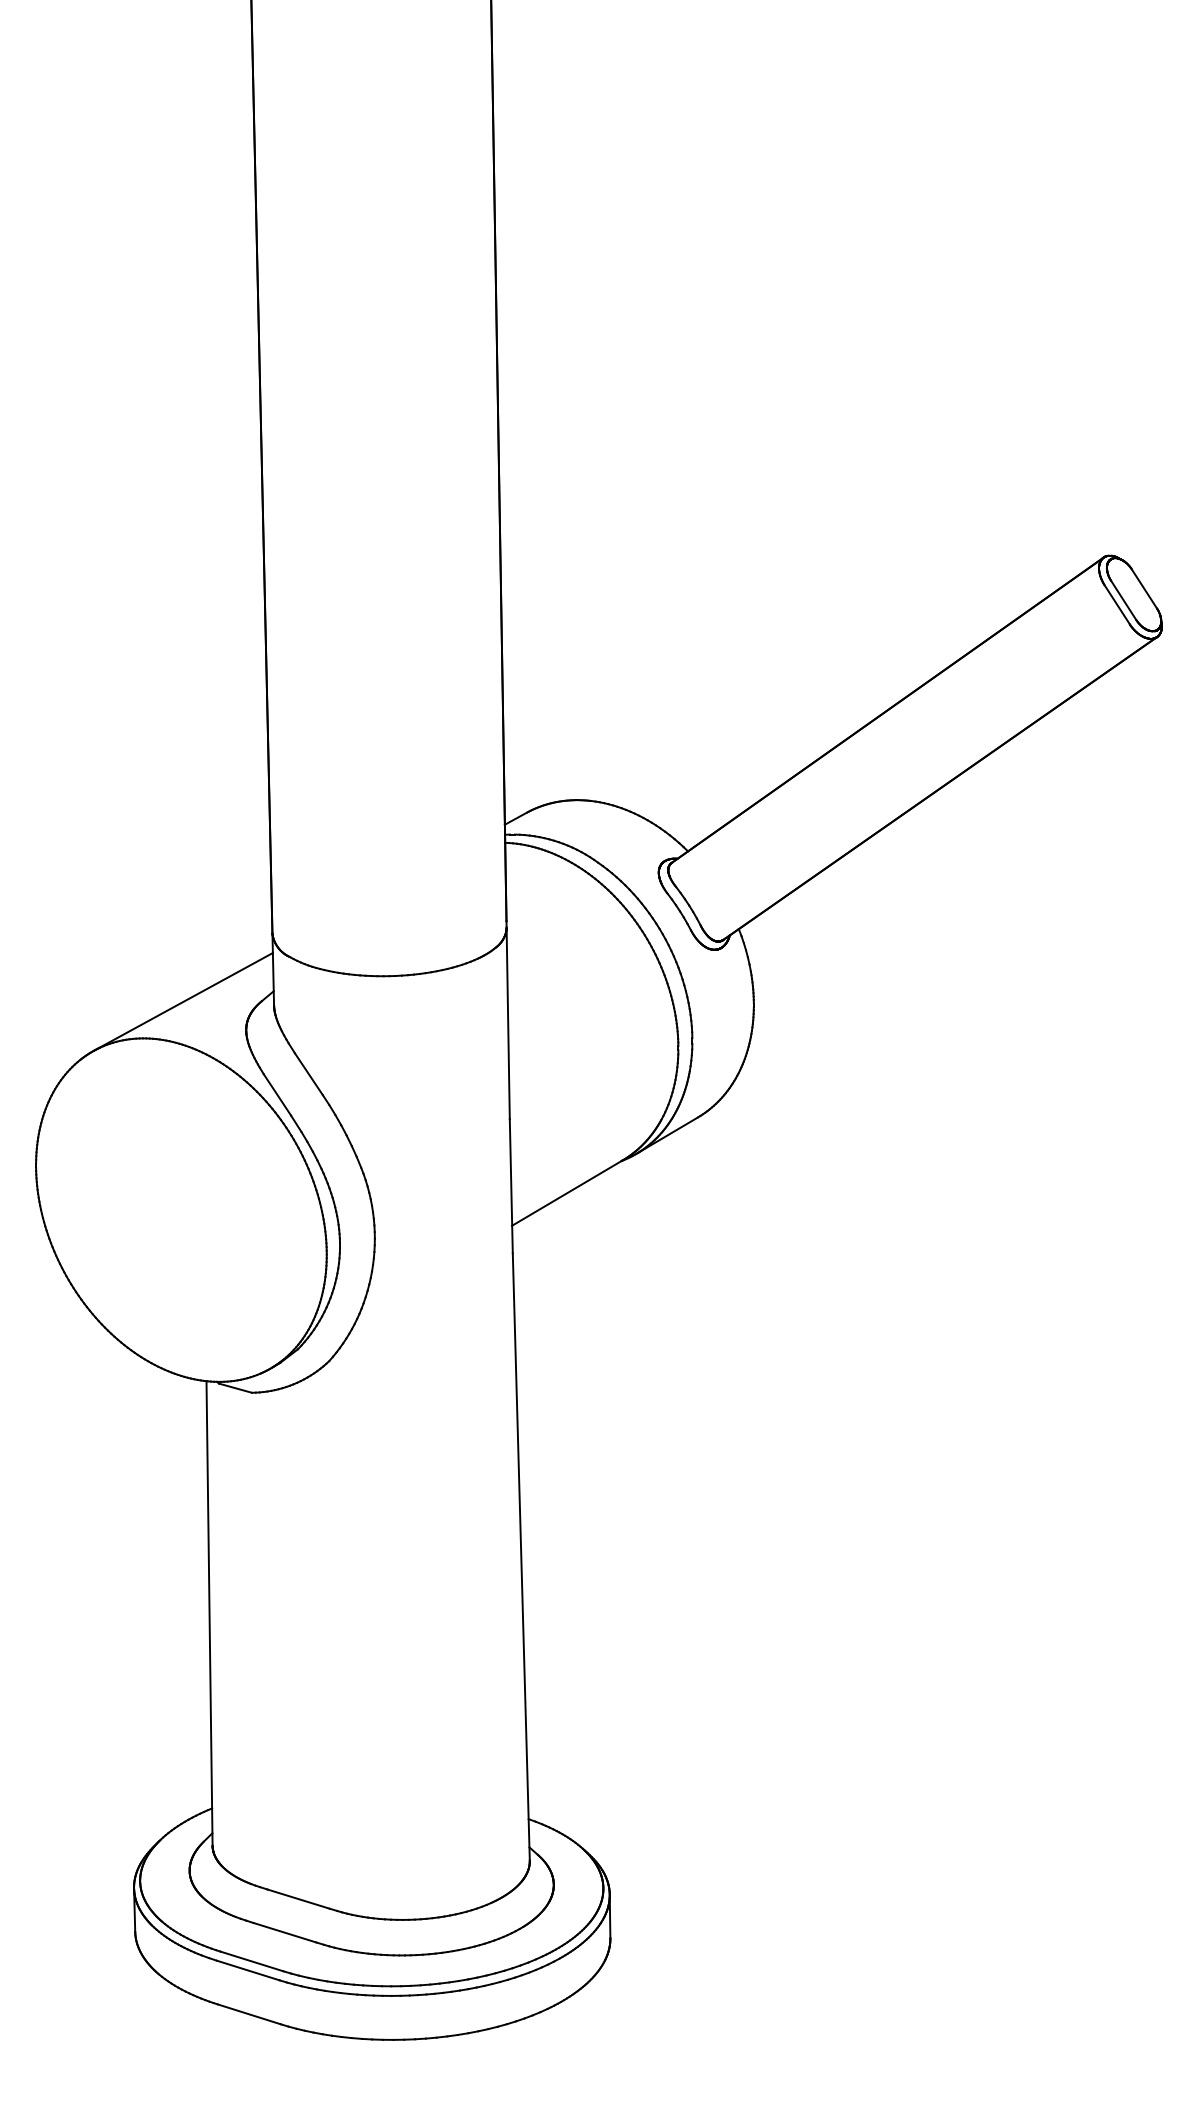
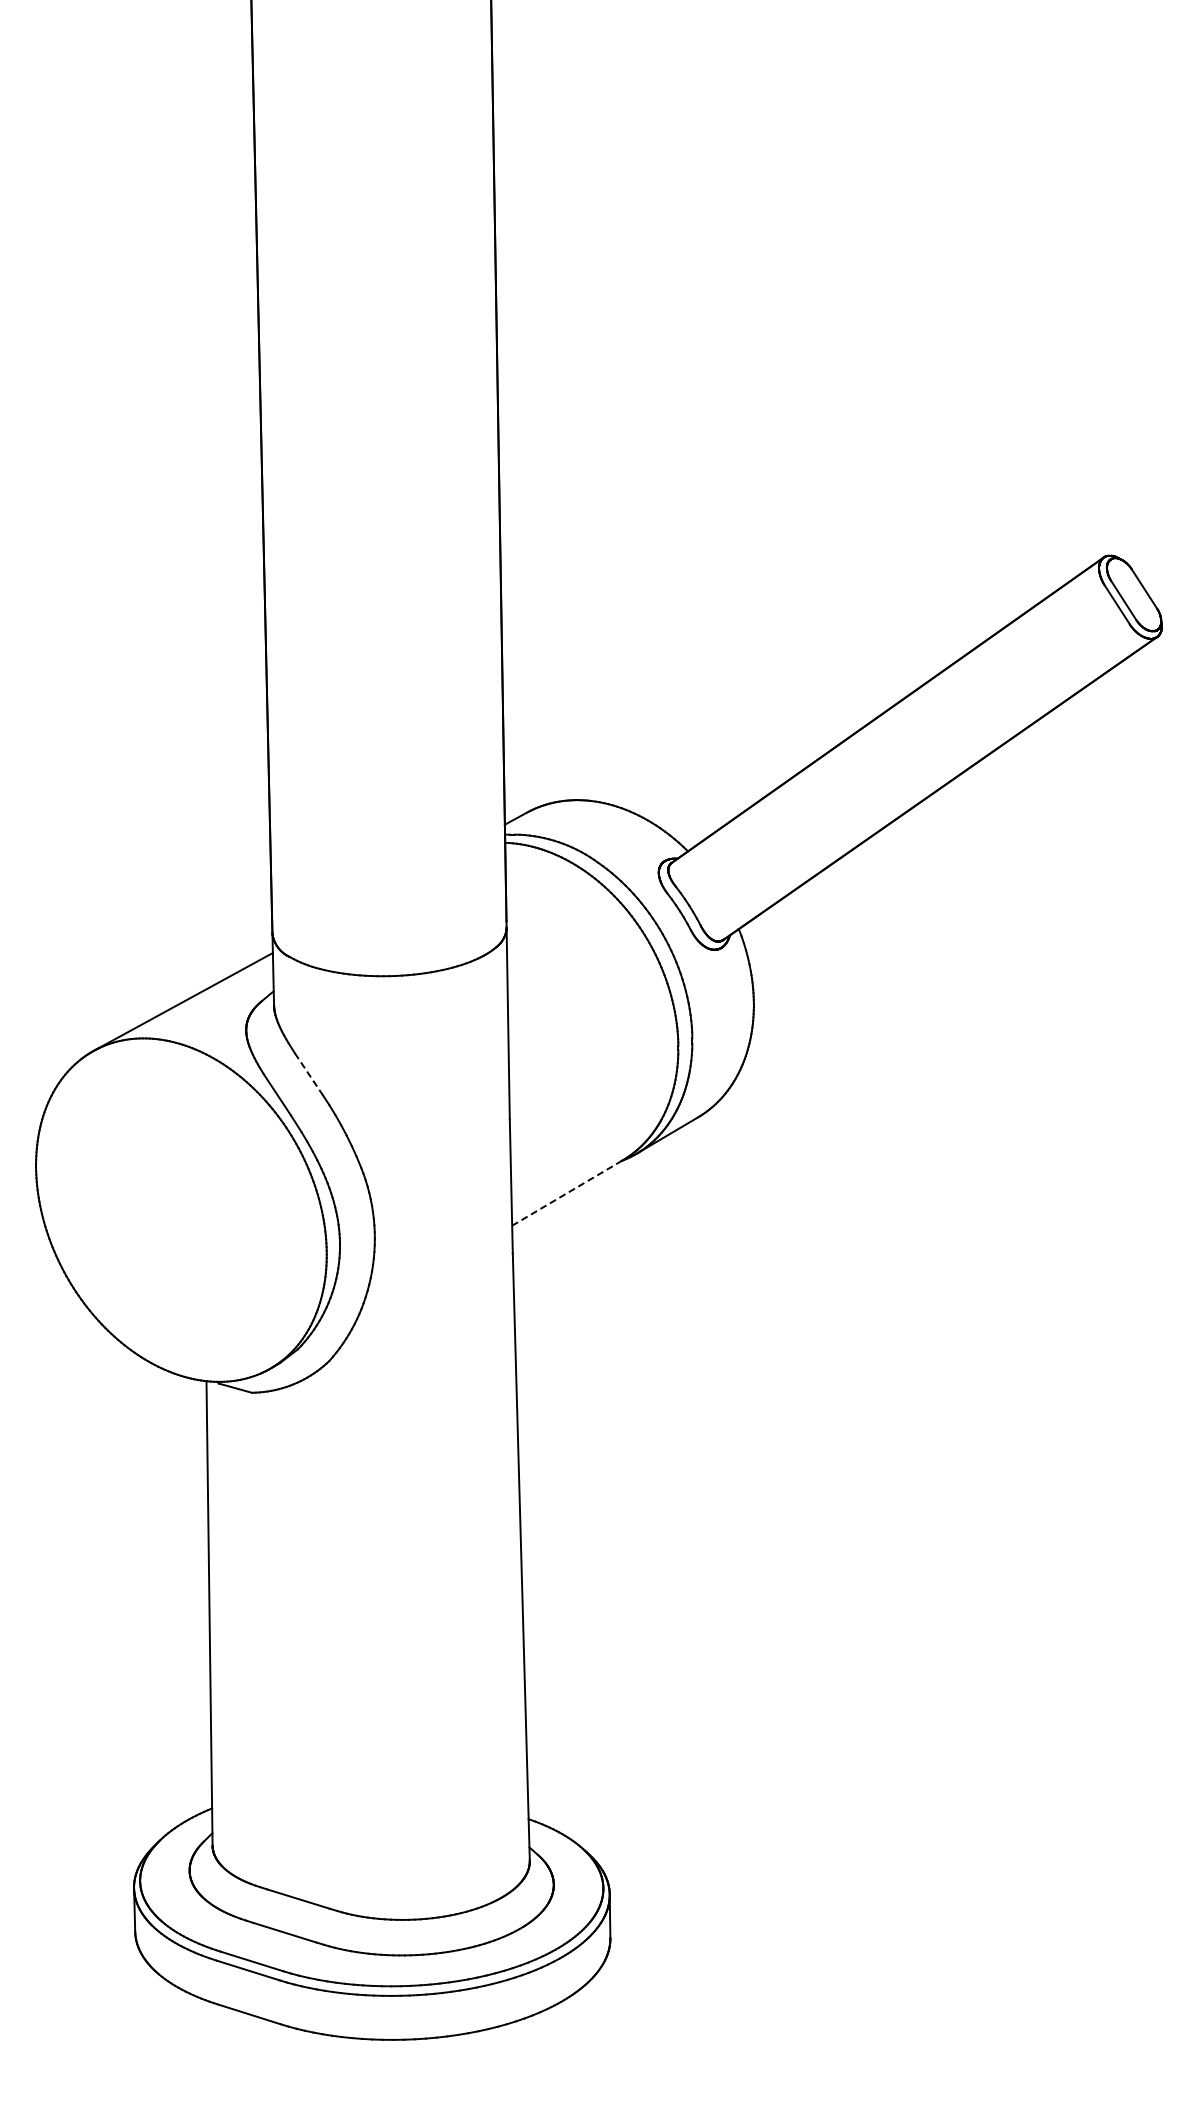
line at (309, 1074): solid -> dashed
line at (567, 1192): solid -> dashed
